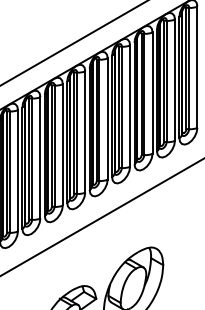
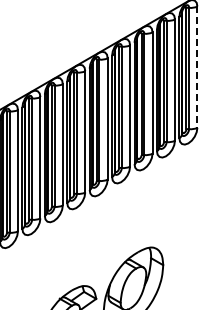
line at (73, 43): present -> none
line at (197, 67): solid -> dashed
line at (101, 217): present -> none
